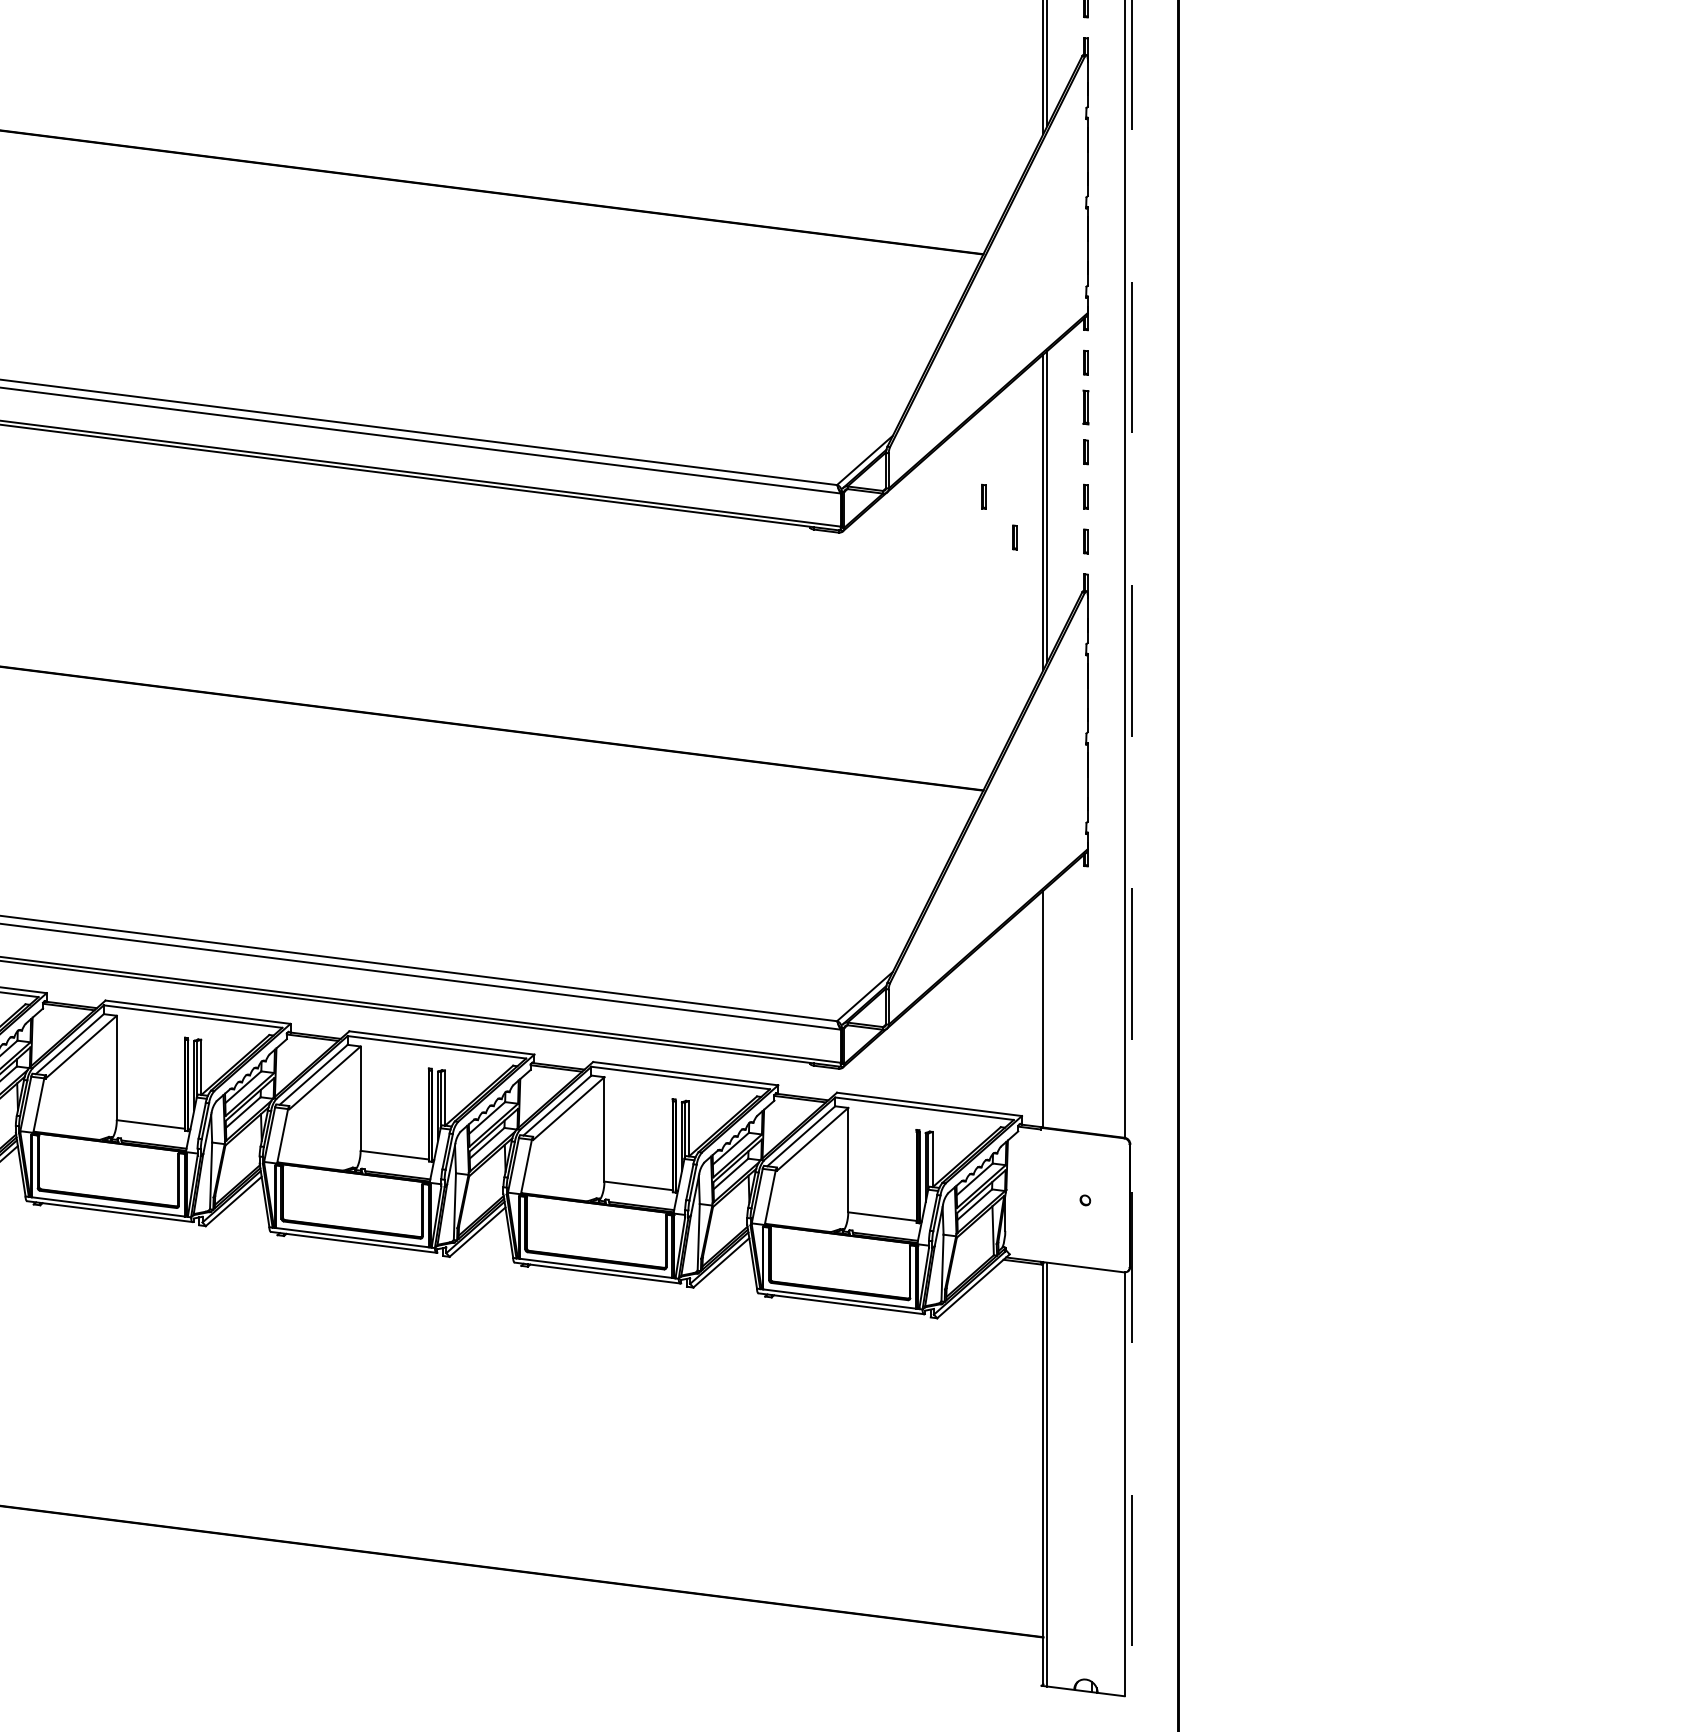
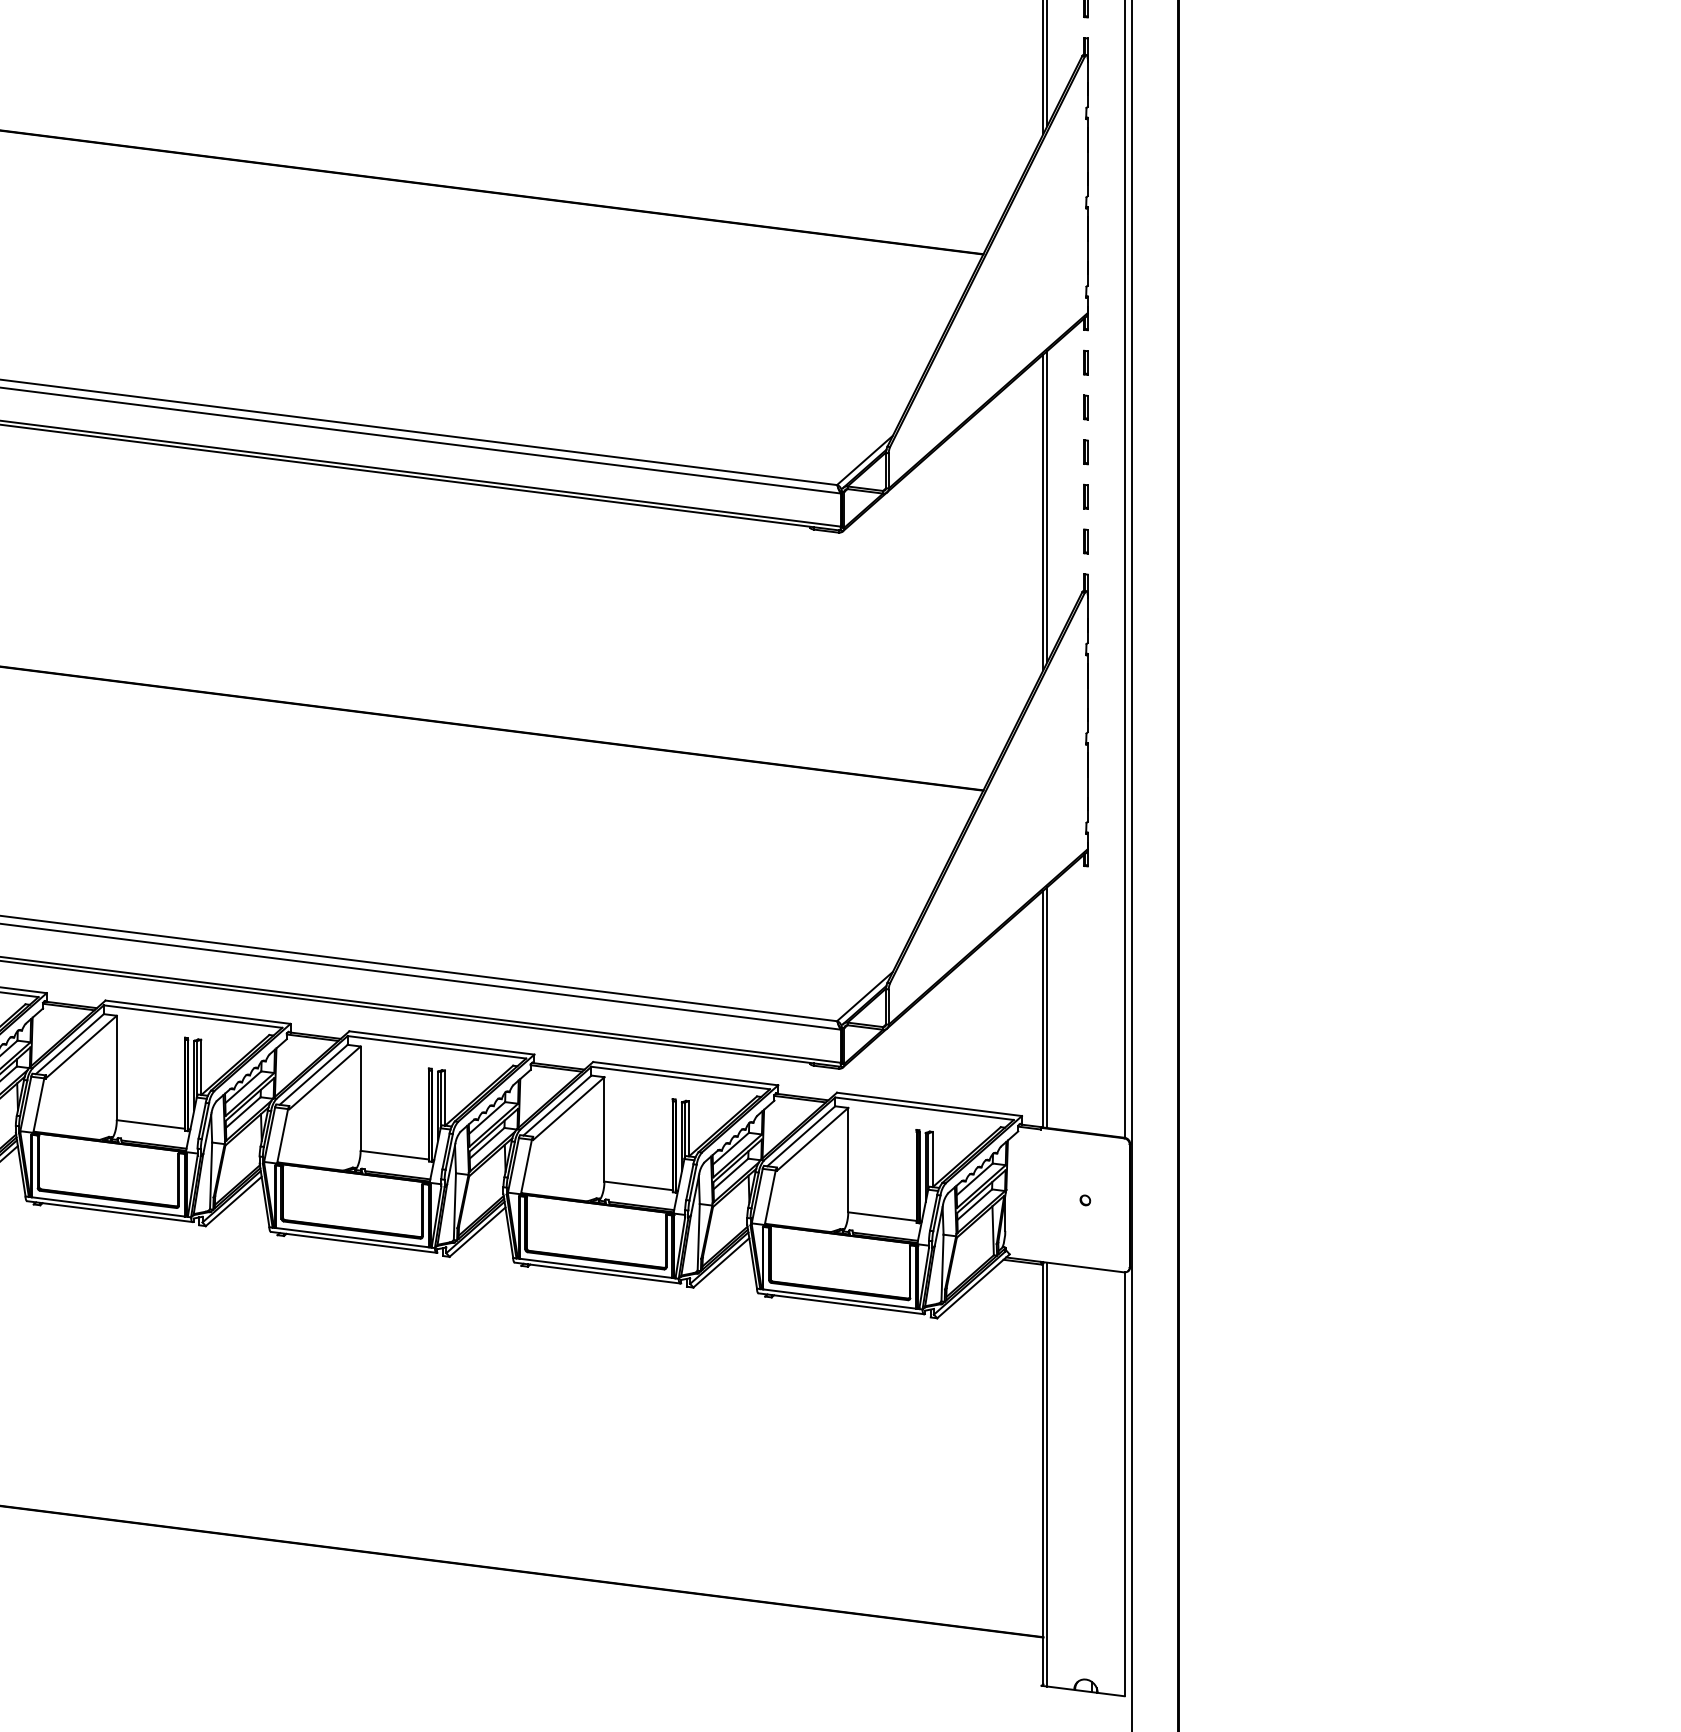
part at (1085, 407) size: 8x37 px -> 6x27 px
part at (983, 496): present -> none
part at (1014, 537): present -> none
line at (1132, 866): dashed -> solid
line at (1047, 1007): none -> present
